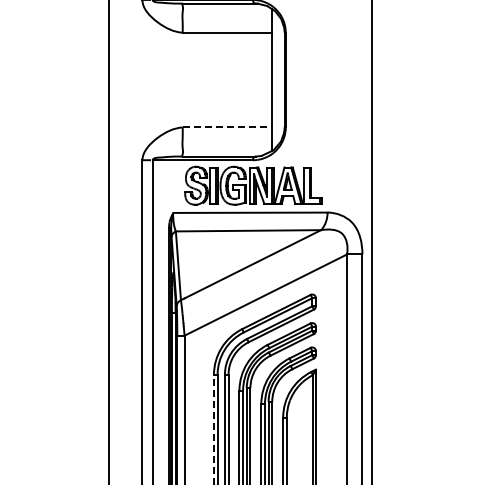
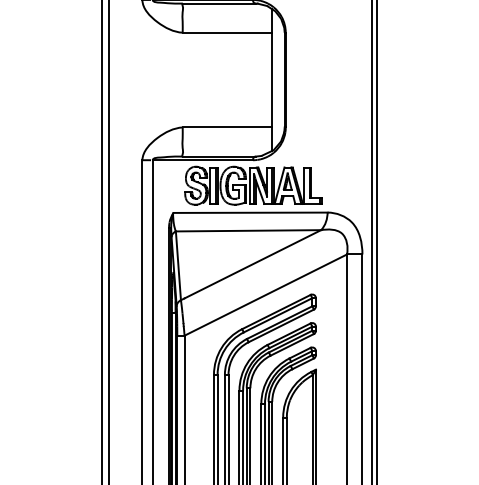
line at (227, 127): dashed -> solid
line at (101, 241): none -> present
line at (377, 241): none -> present
line at (213, 429): dashed -> solid
